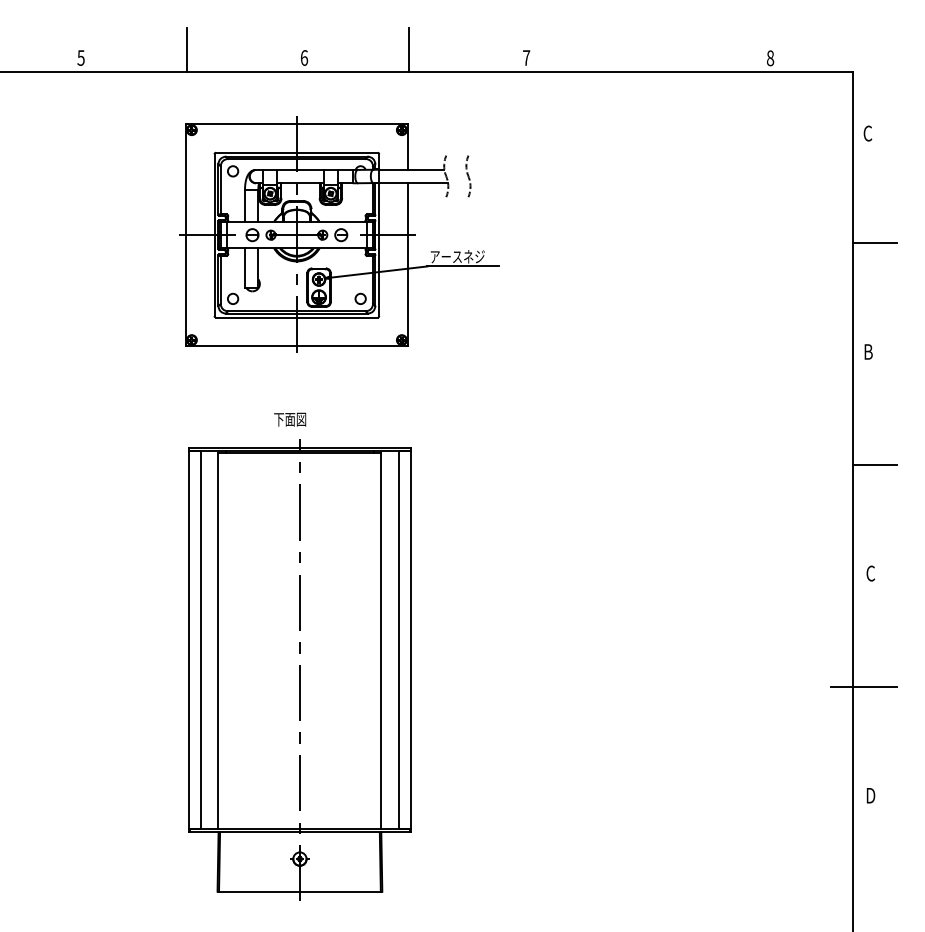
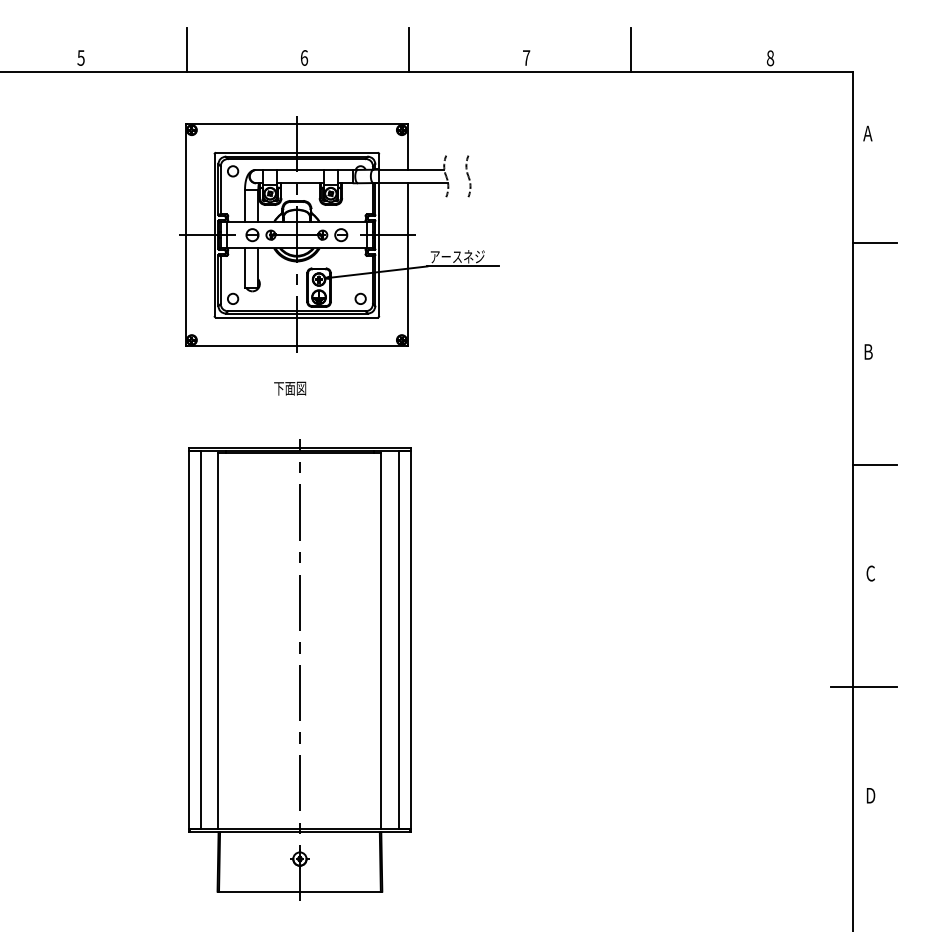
line at (631, 49): none -> present
text at (867, 133): C -> A
text at (290, 419) position: (290, 419) -> (290, 388)
